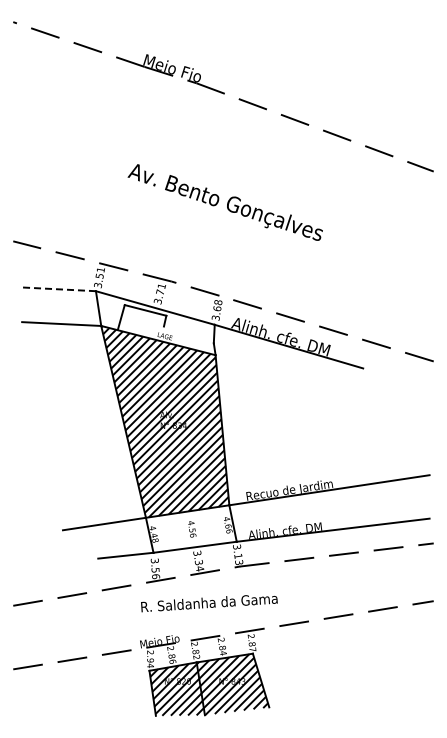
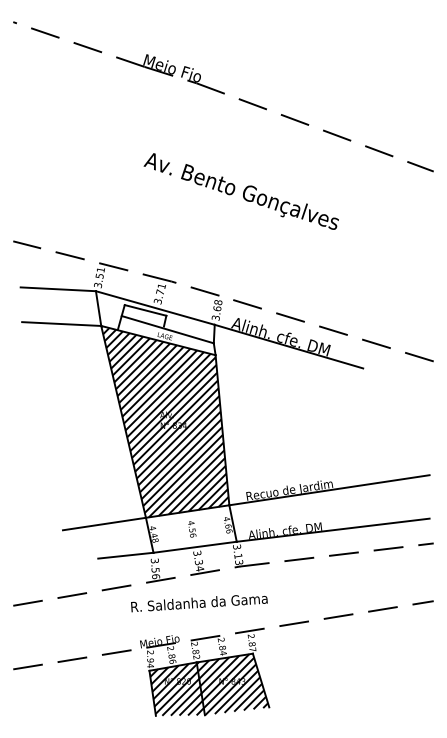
text at (224, 202) position: (224, 202) -> (240, 191)
line at (58, 289): dashed -> solid
line at (167, 329): none -> present
text at (209, 603) position: (209, 603) -> (199, 603)
